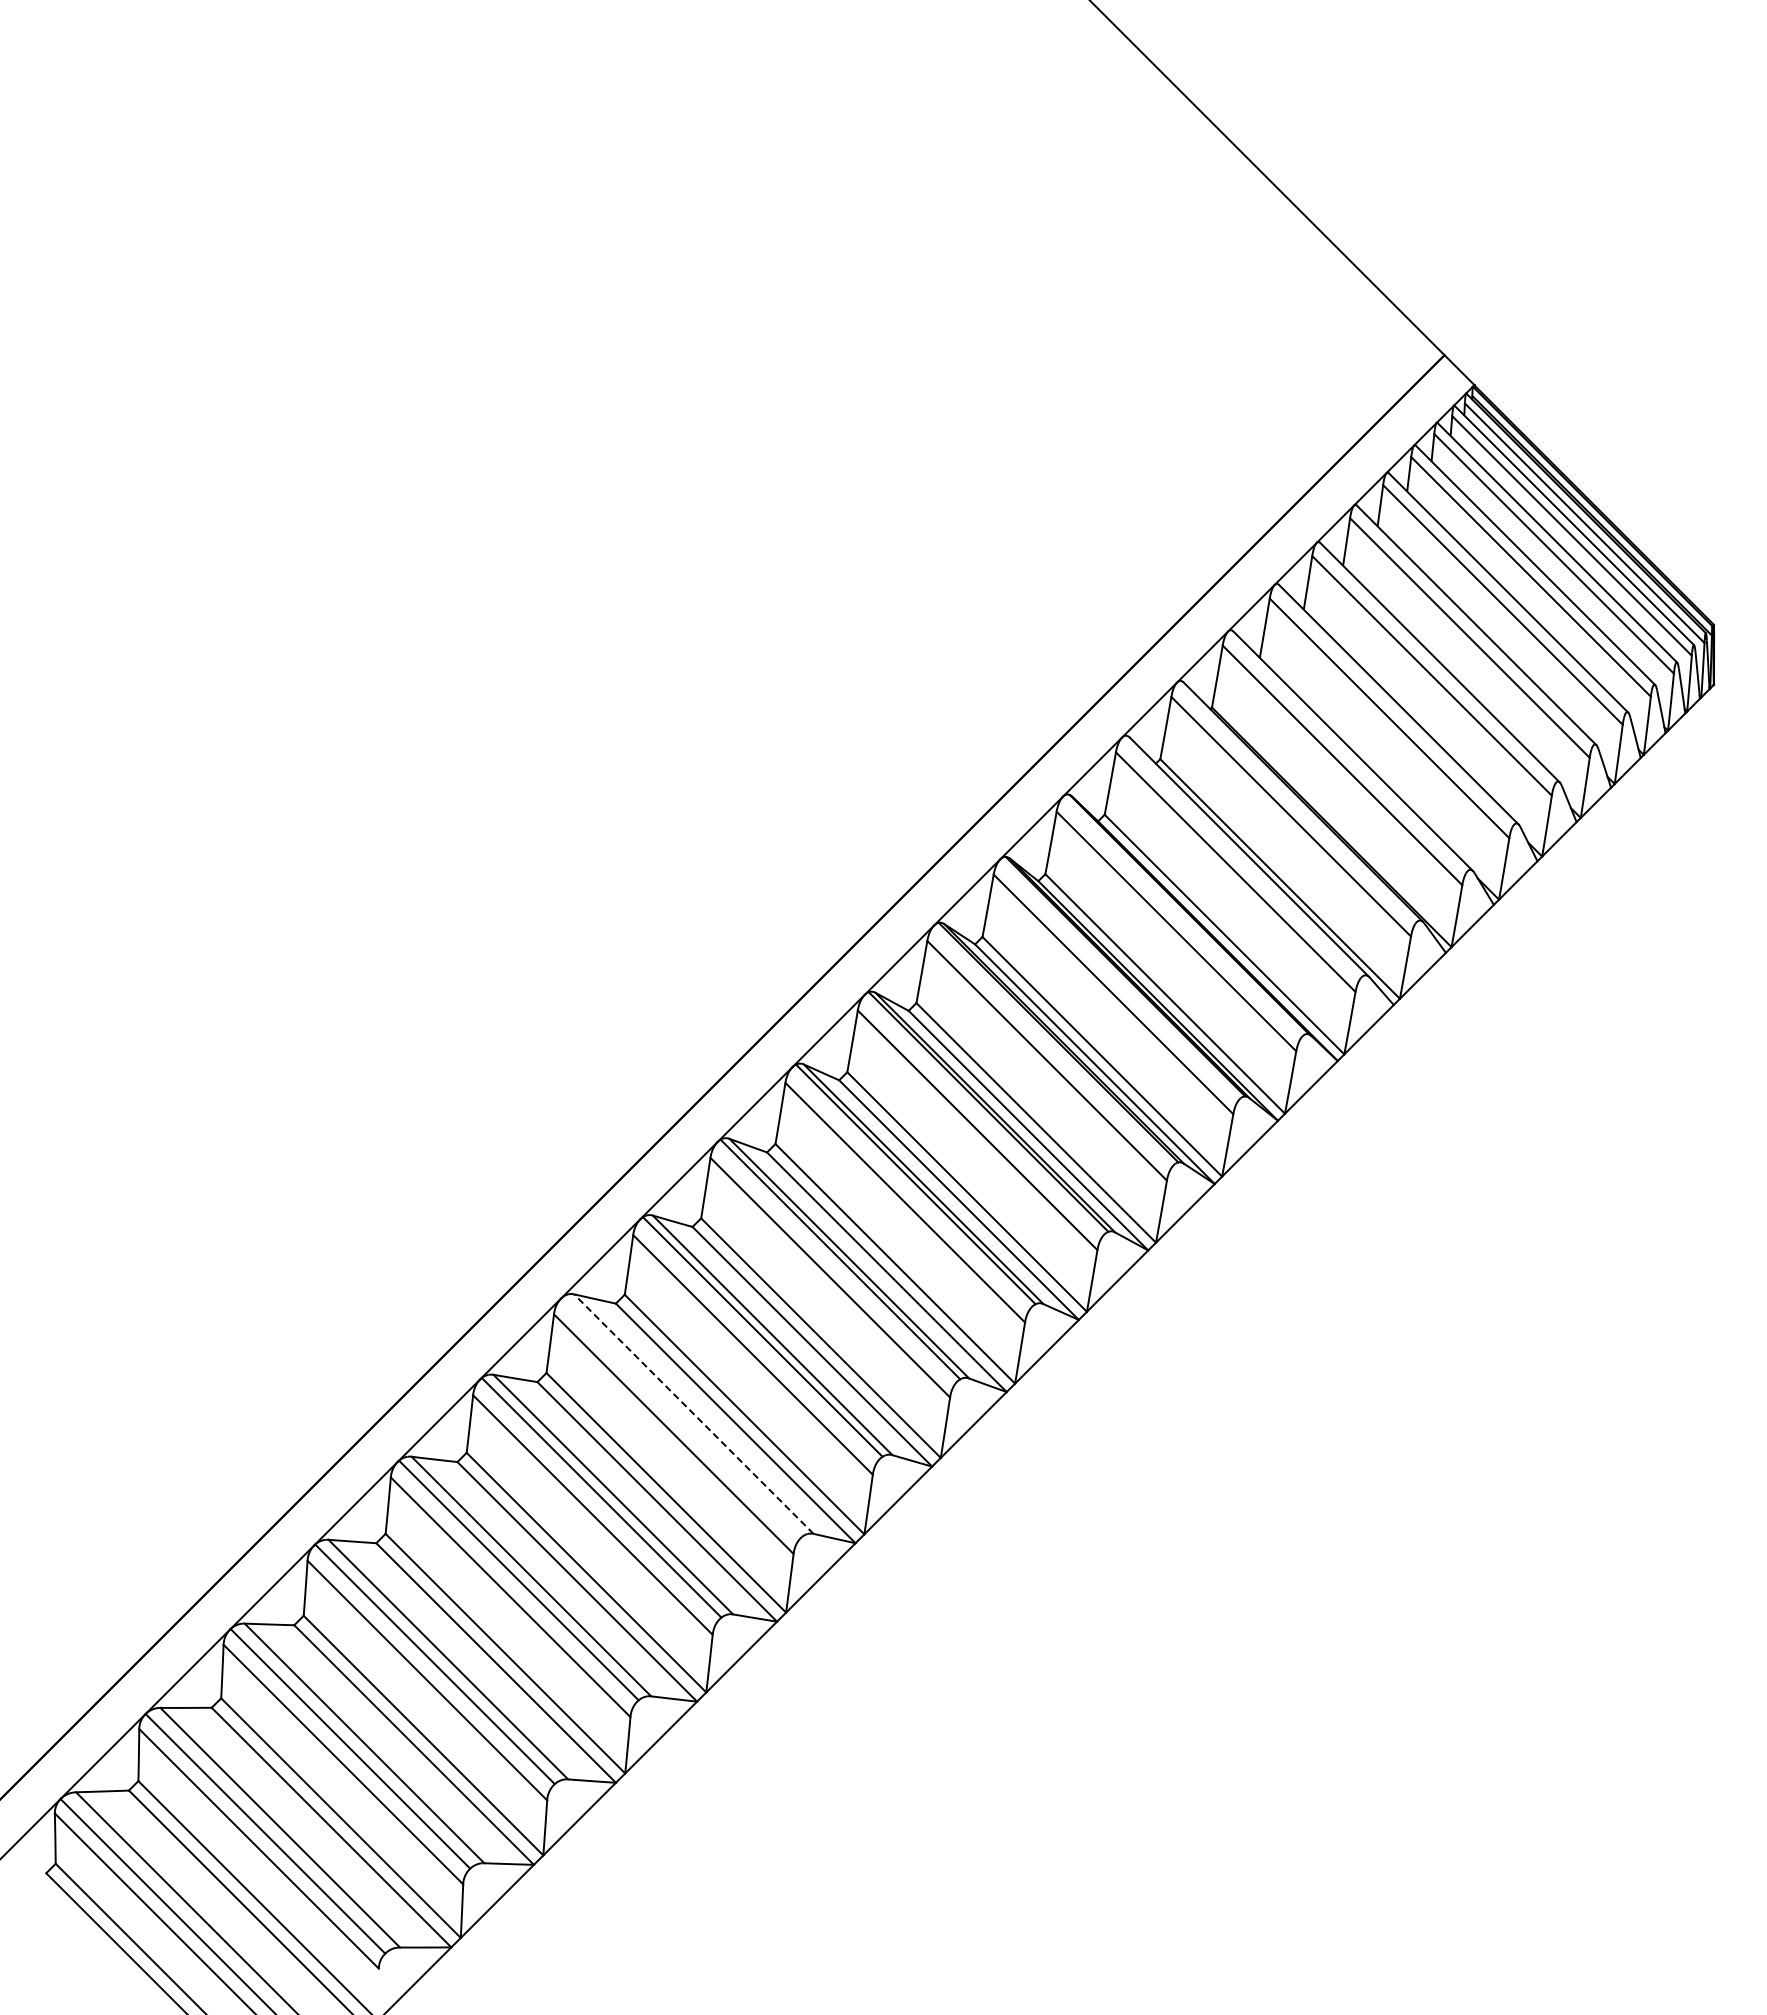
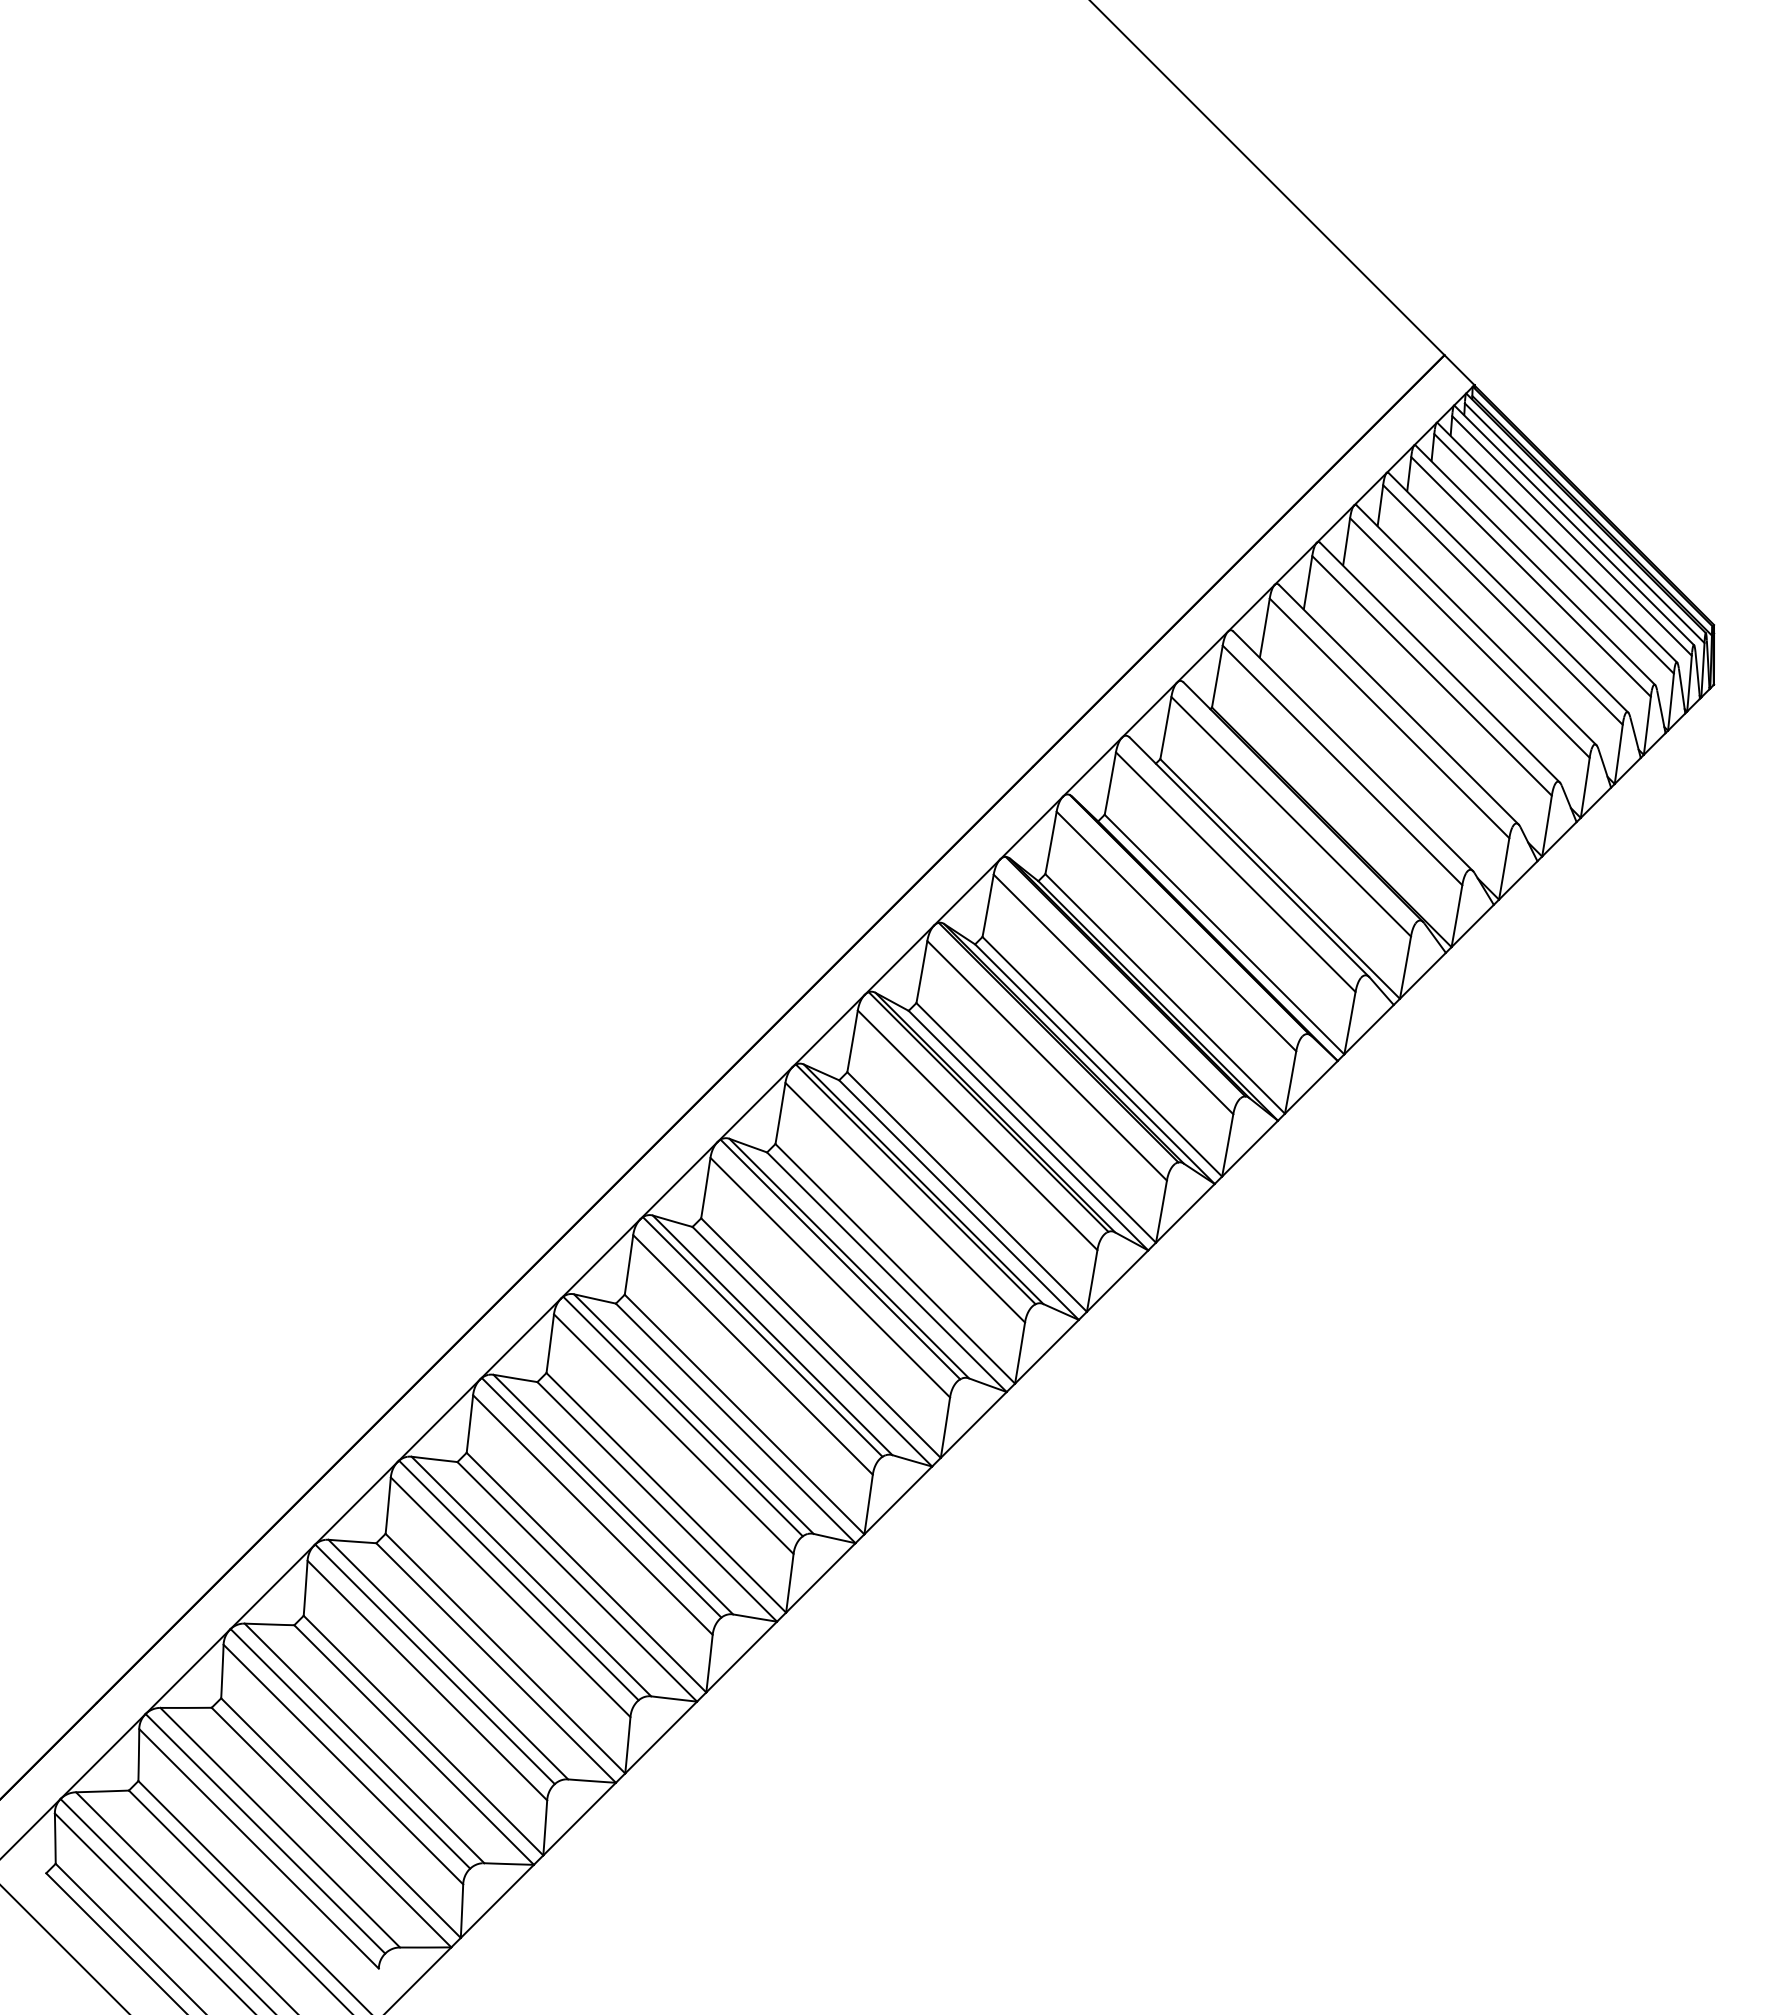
line at (693, 1413): dashed -> solid
line at (682, 1416): none -> present
line at (64, 1949): none -> present
